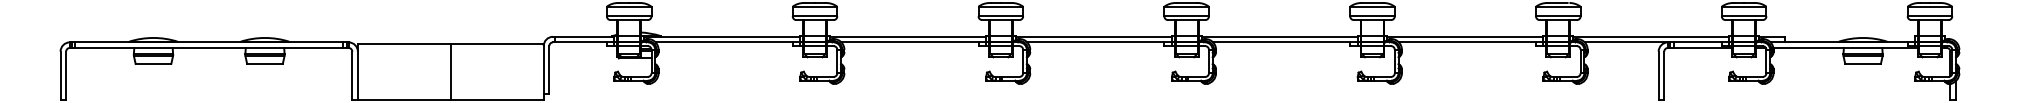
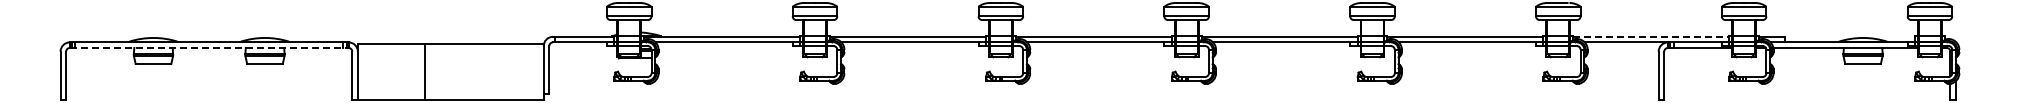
line at (1651, 36): solid -> dashed
line at (209, 47): solid -> dashed
line at (450, 71) position: (450, 71) -> (424, 71)
